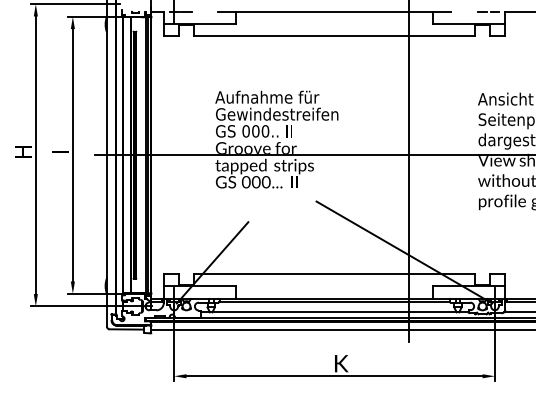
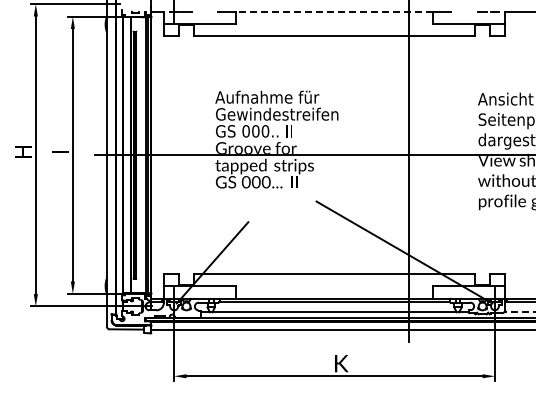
line at (334, 11): solid -> dashed
line at (519, 312): solid -> dashed
